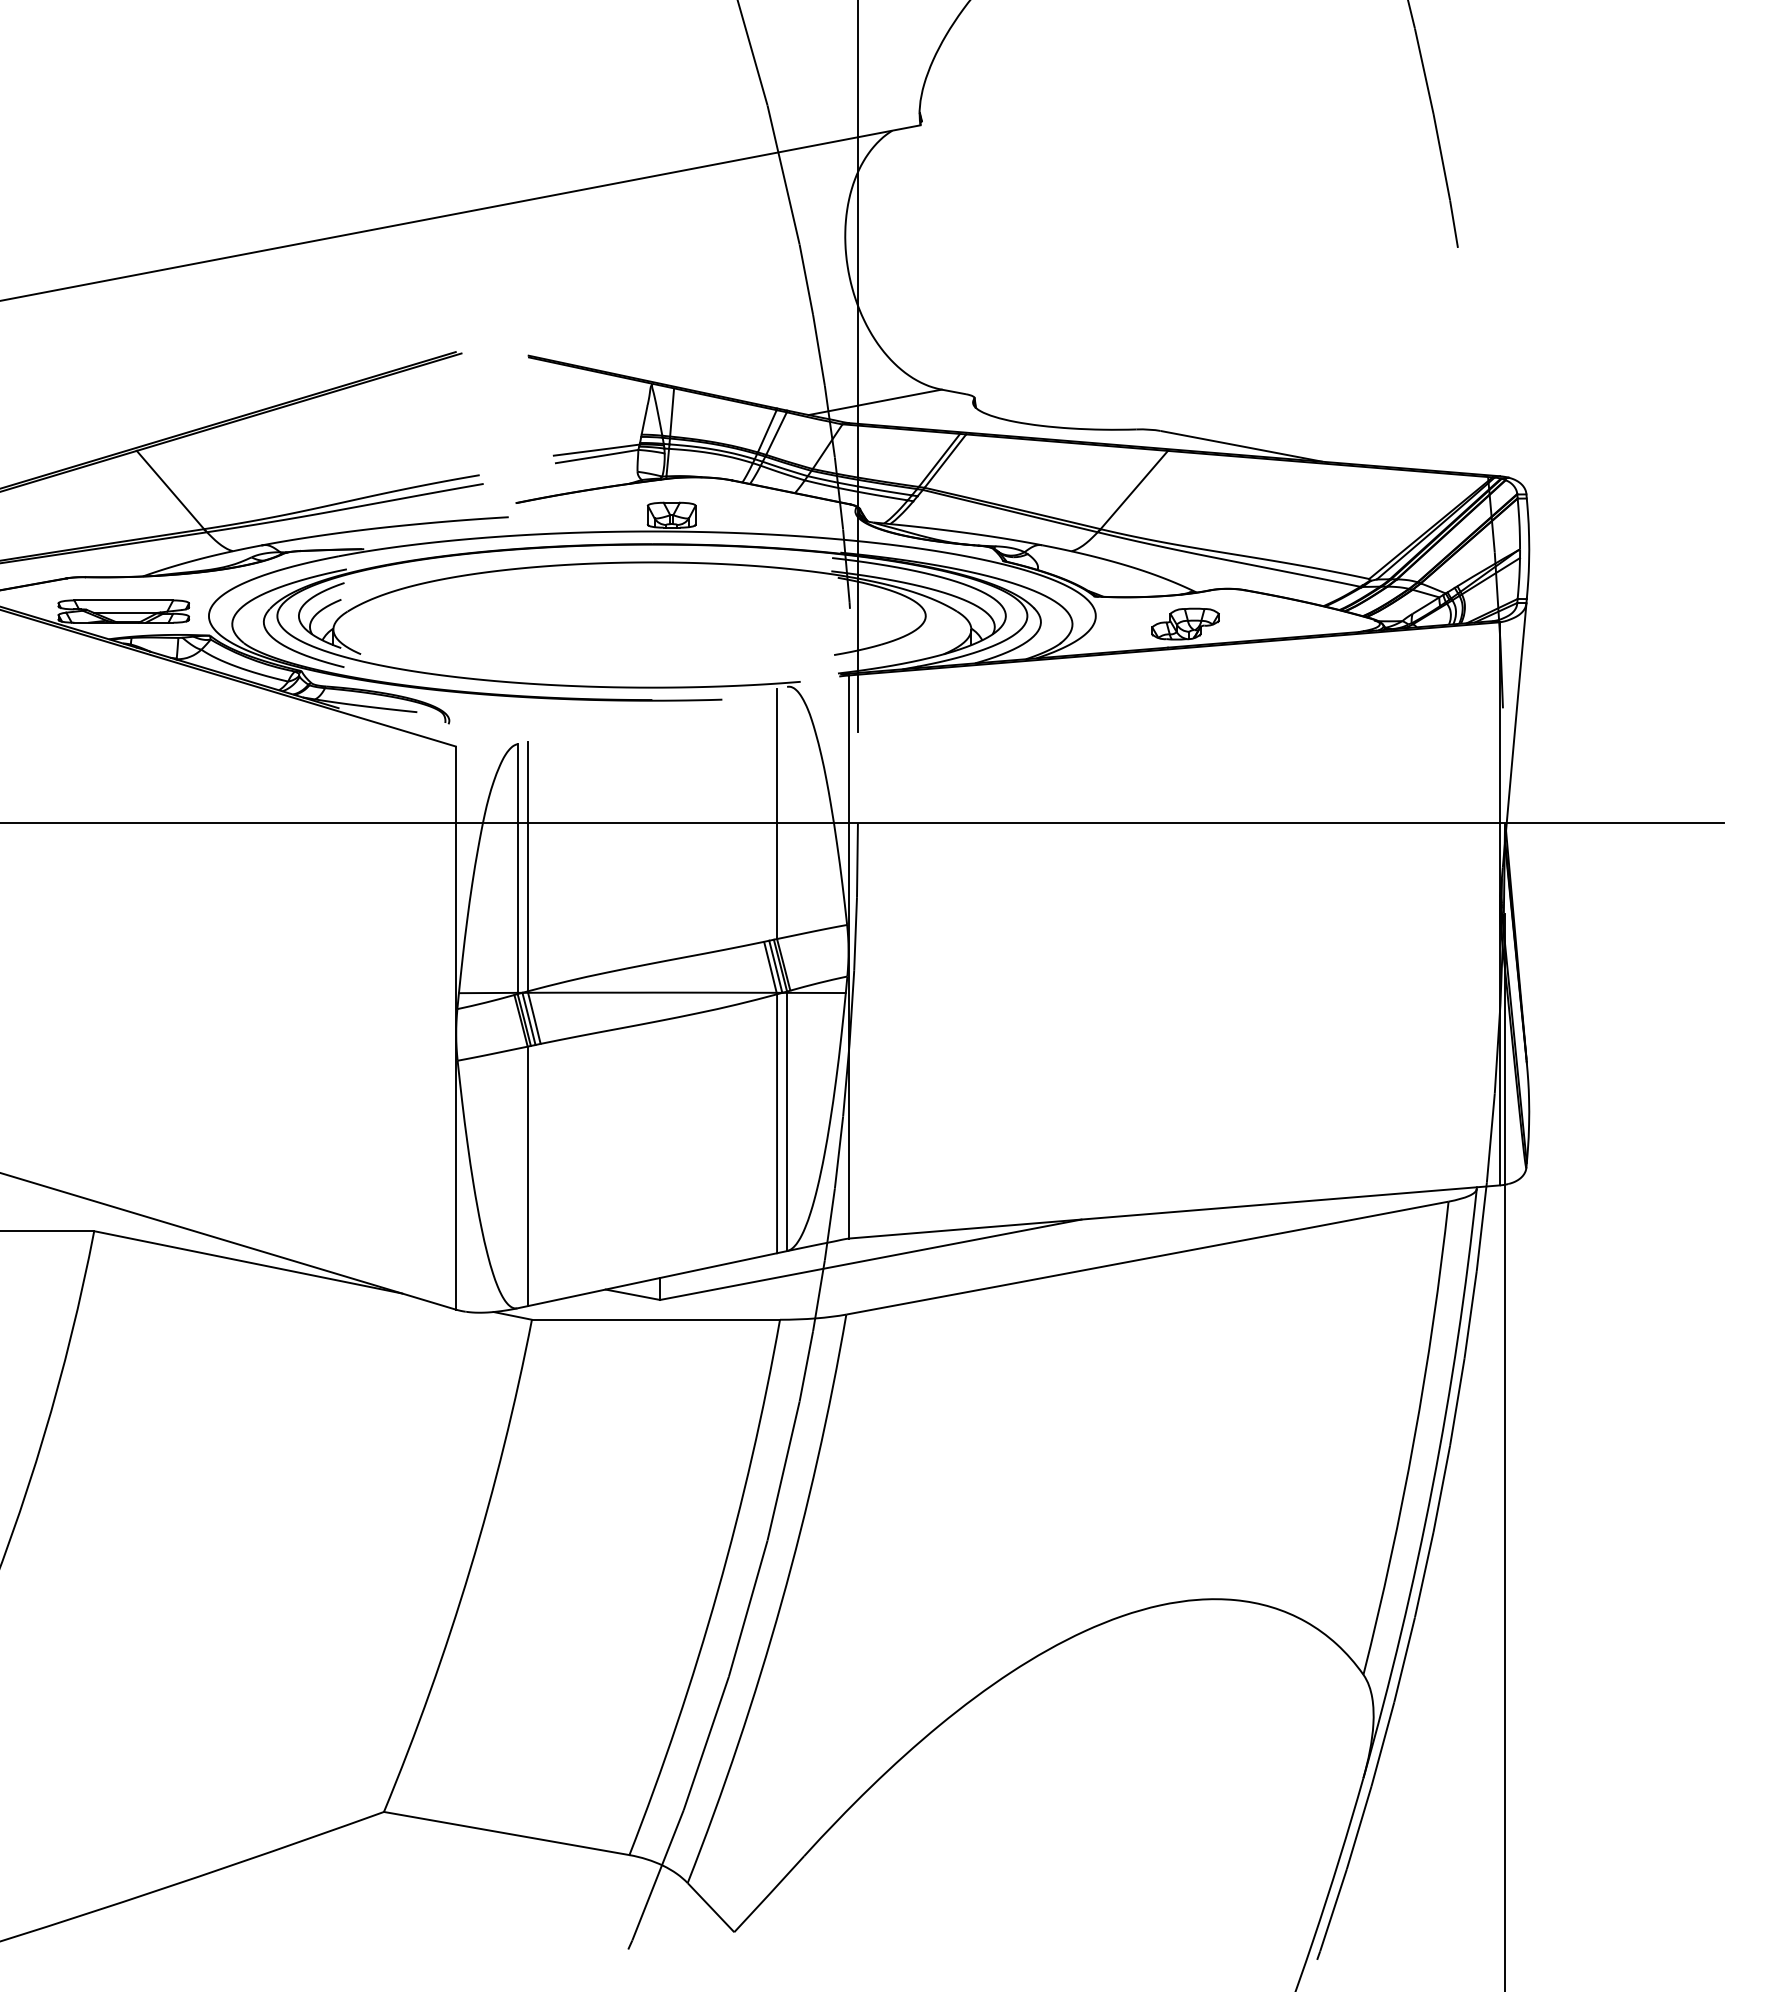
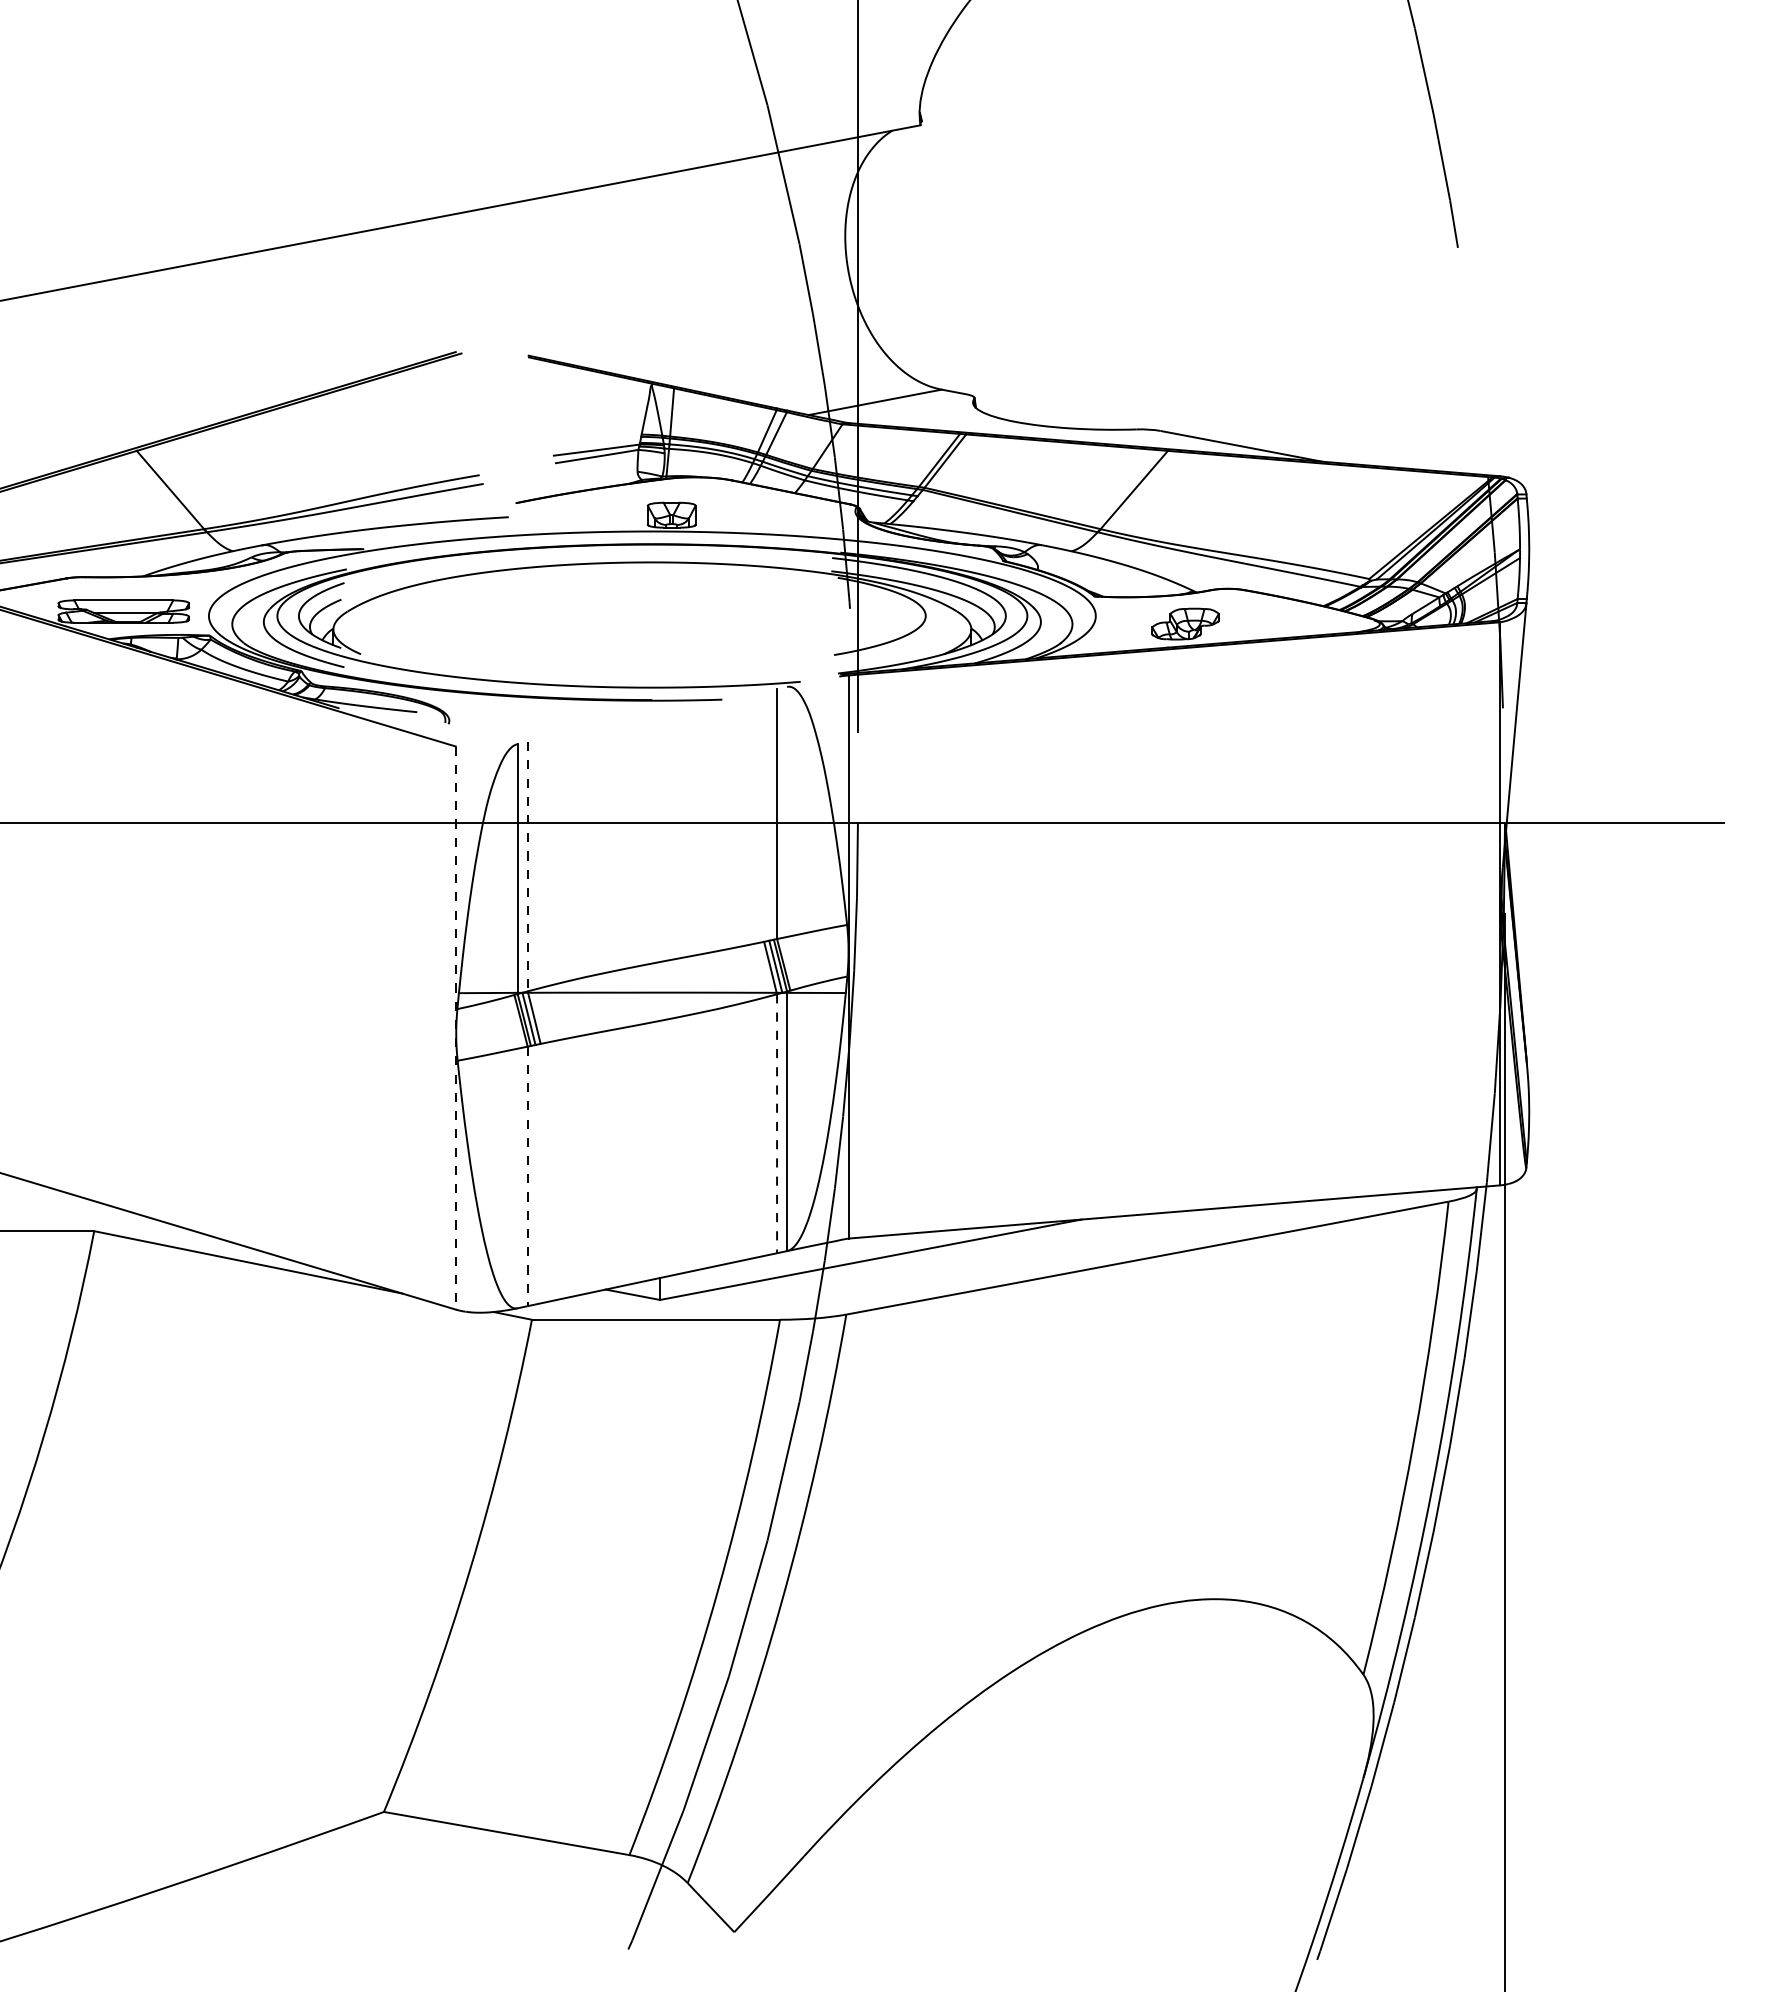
line at (527, 866): solid -> dashed
line at (455, 1028): solid -> dashed
line at (777, 1124): solid -> dashed
line at (527, 1176): solid -> dashed
